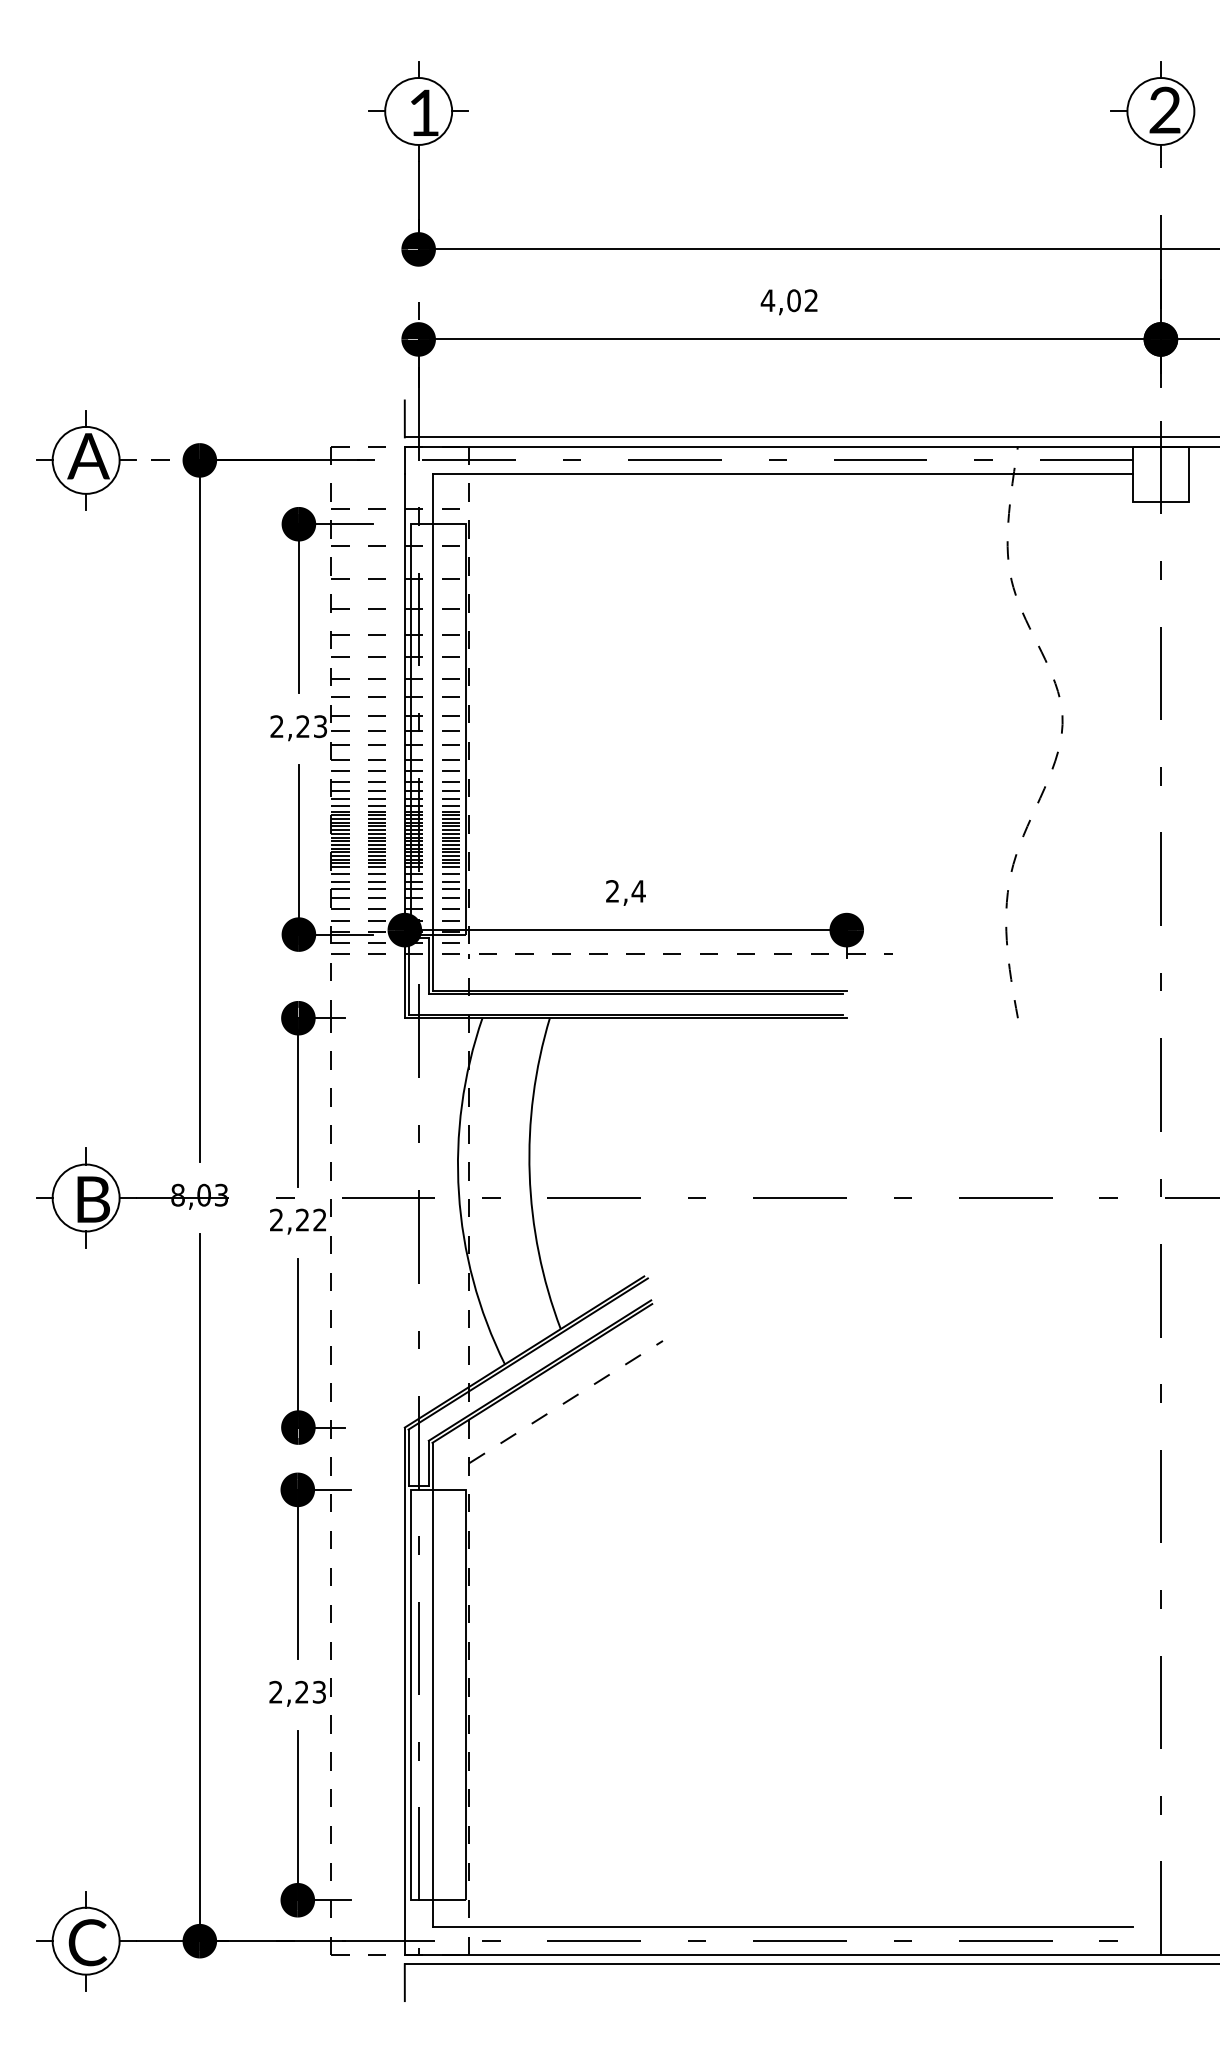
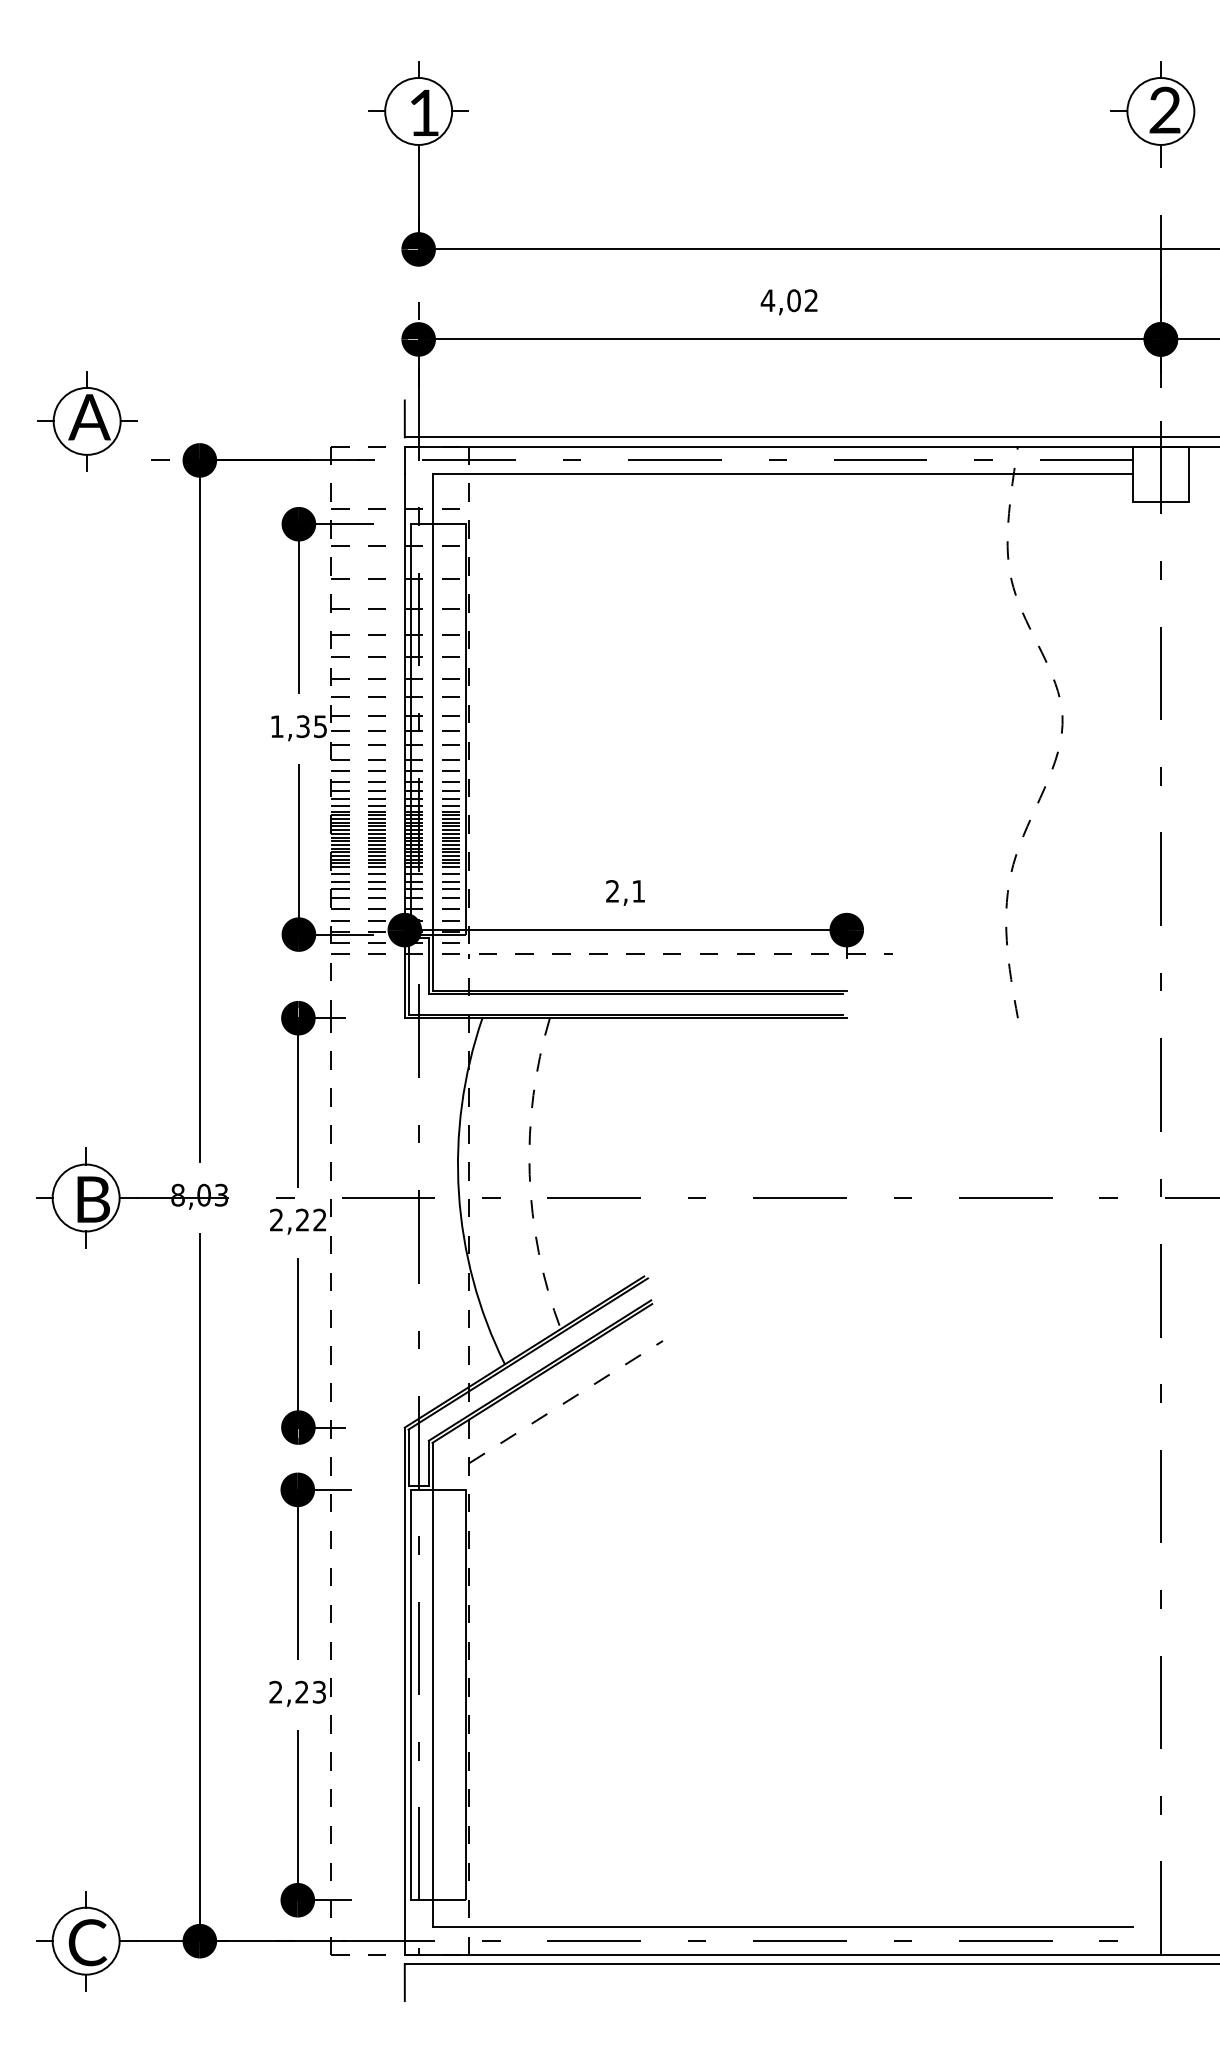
part at (86, 460) position: (86, 460) -> (87, 421)
text at (298, 726): 2,23 -> 1,35
text at (638, 891): 2,4 -> 2,1
arc at (529, 1174): solid -> dashed
